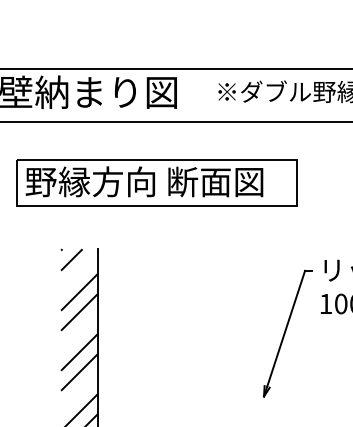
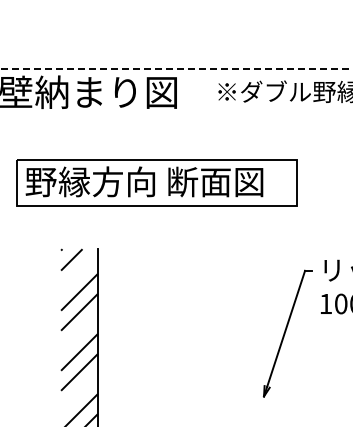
line at (176, 68): solid -> dashed
line at (175, 121): present -> none
